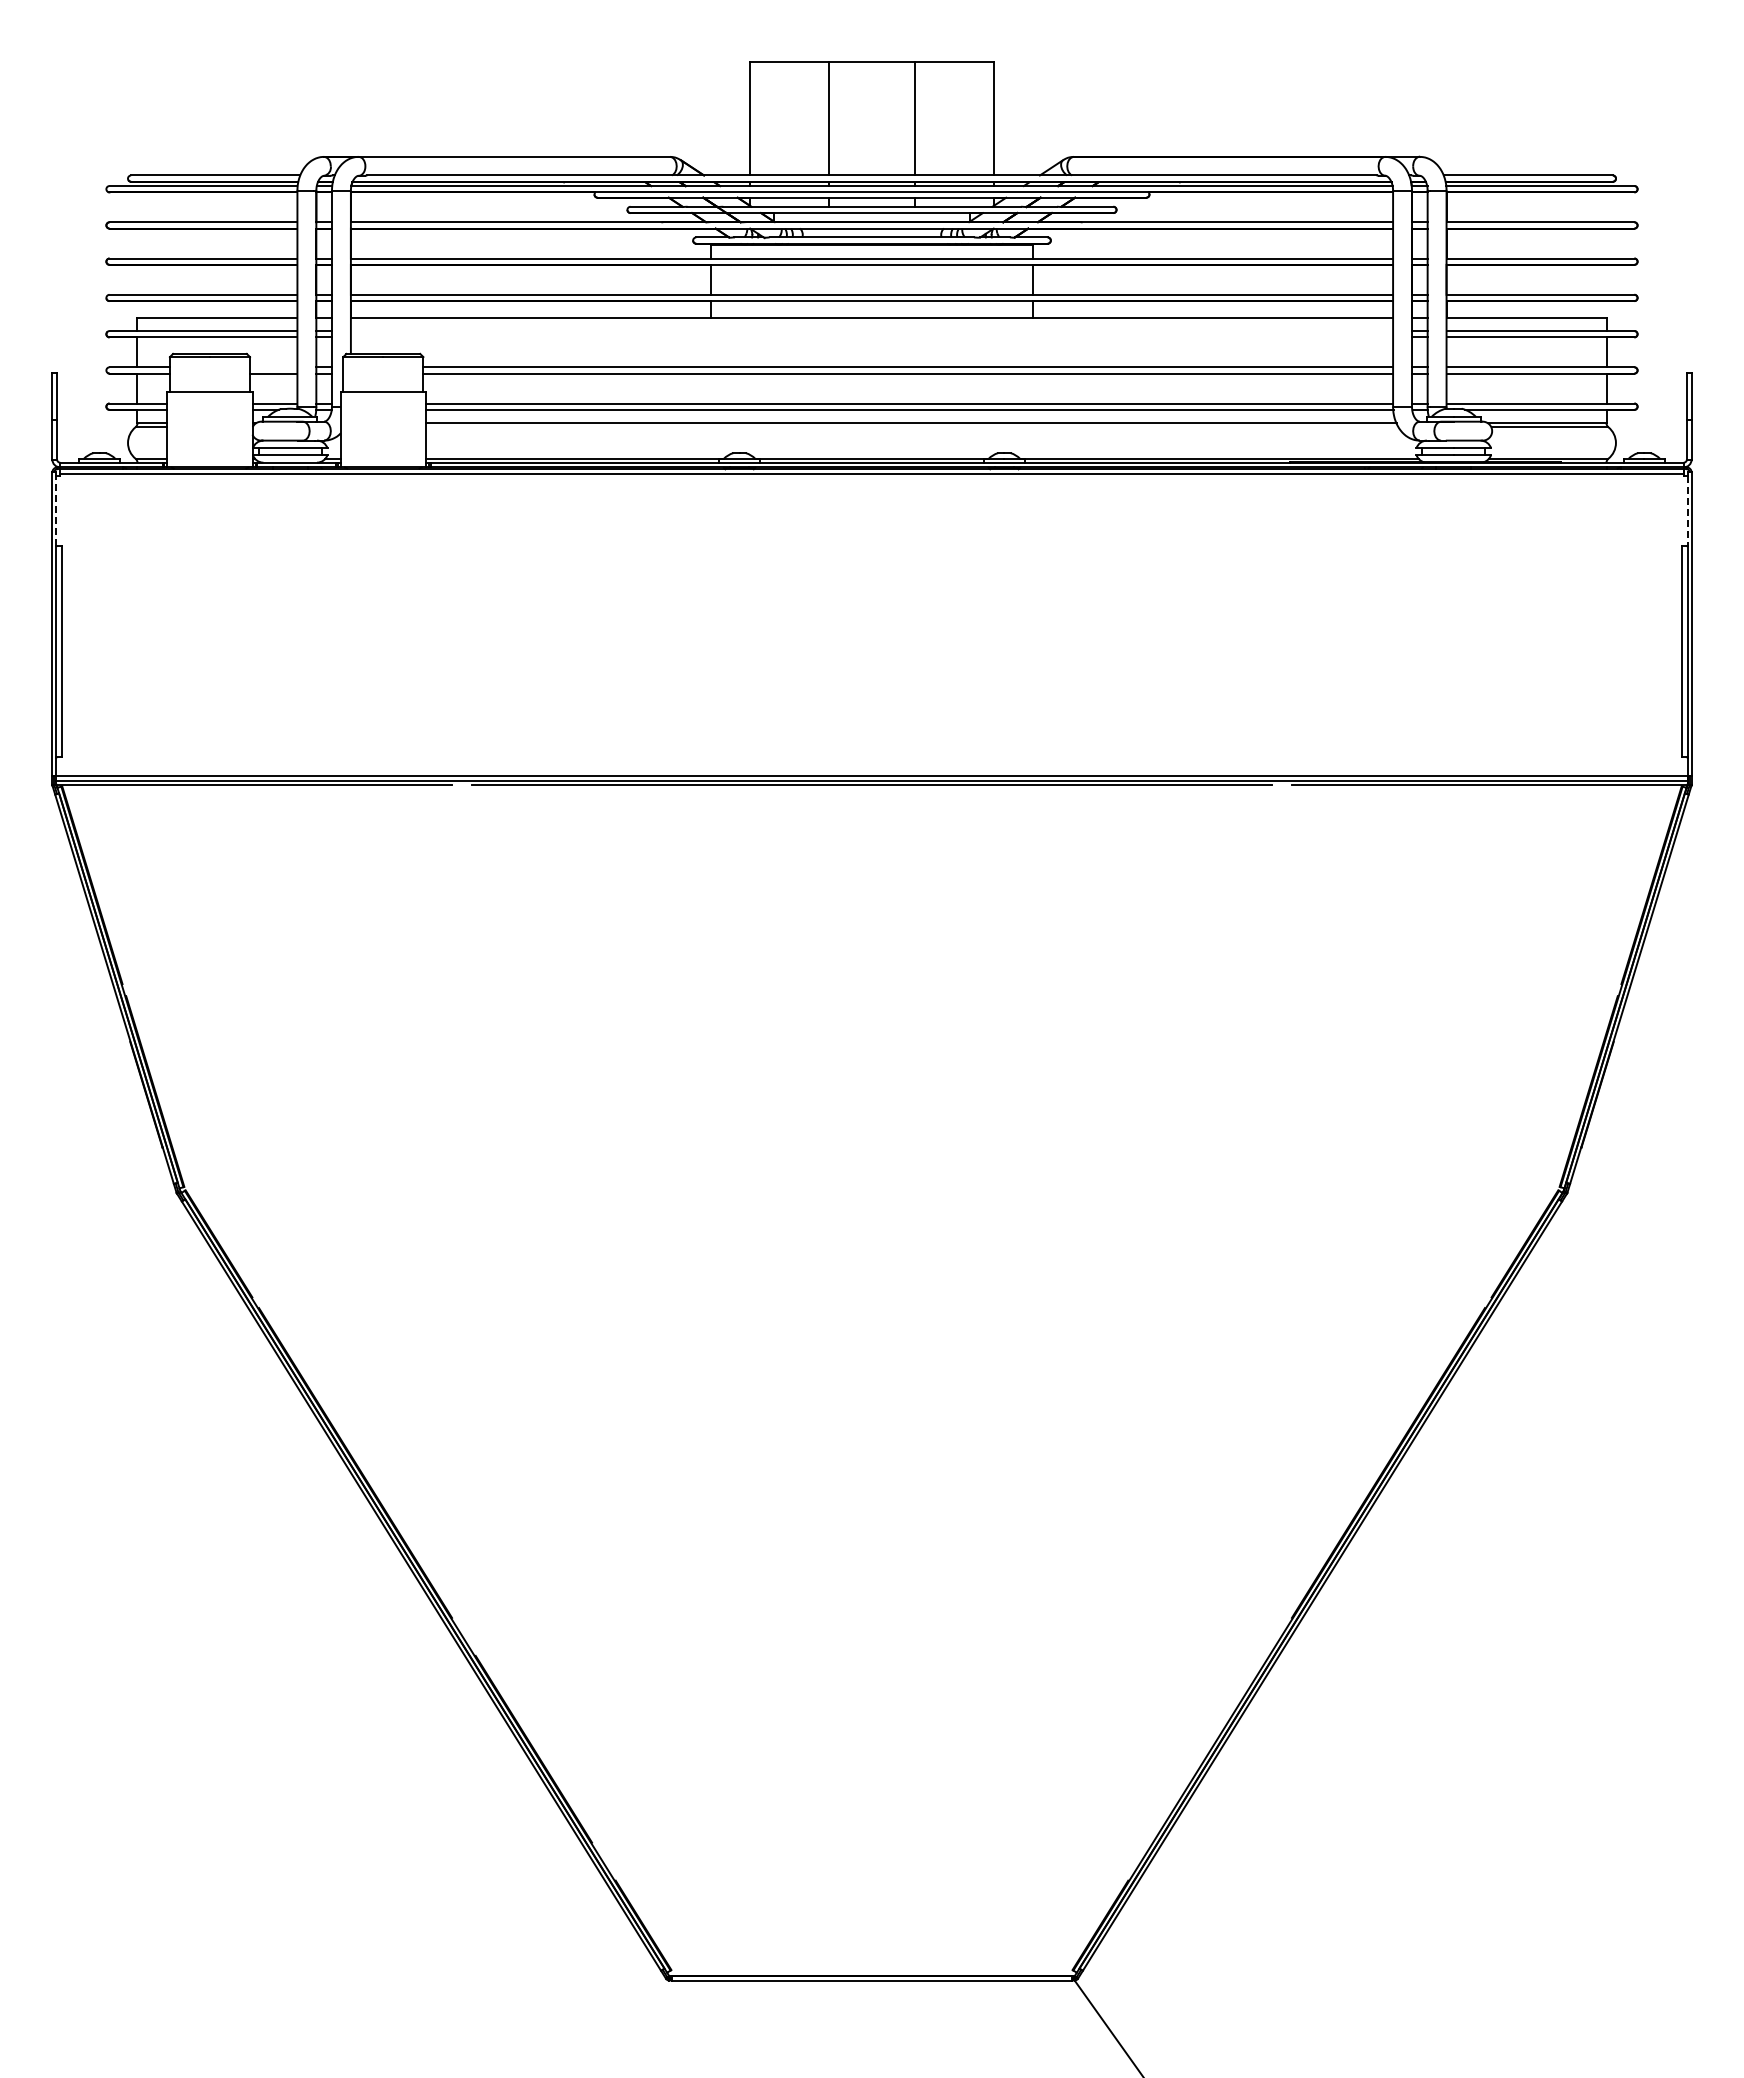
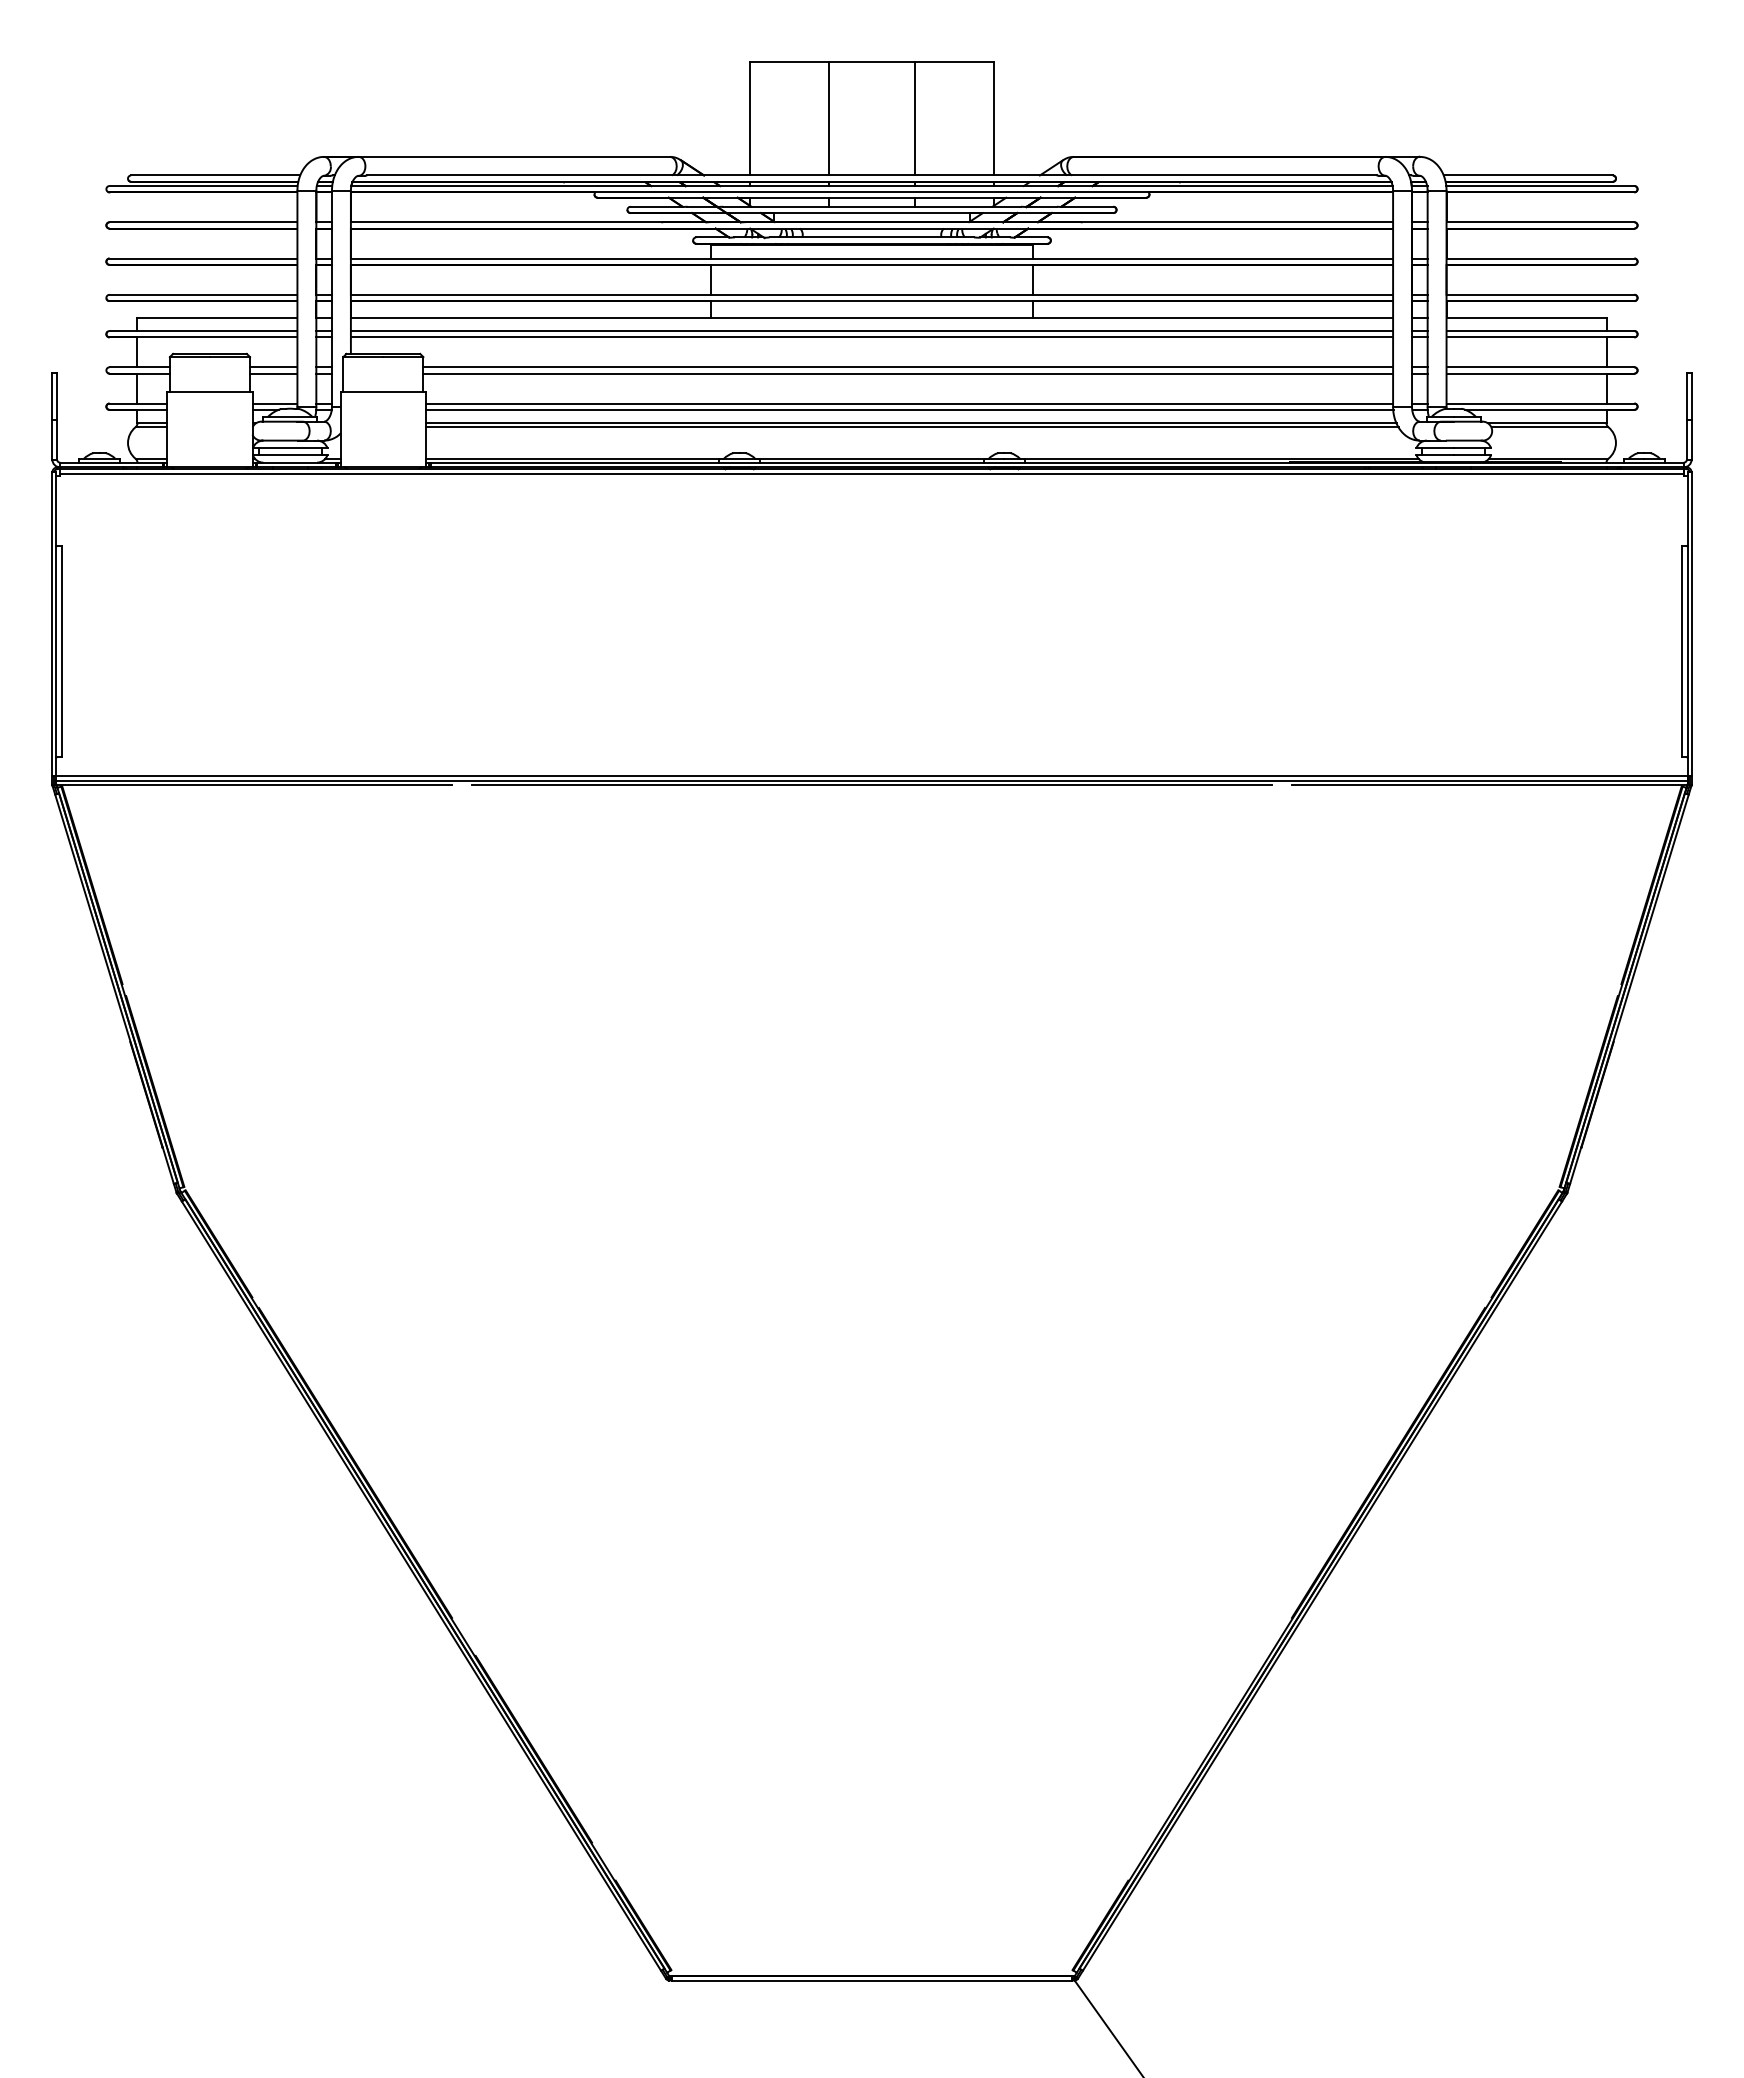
line at (871, 331): none -> present
line at (871, 337): none -> present
line at (273, 367): none -> present
line at (911, 427): none -> present
line at (56, 510): dashed -> solid
line at (1687, 511): dashed -> solid
